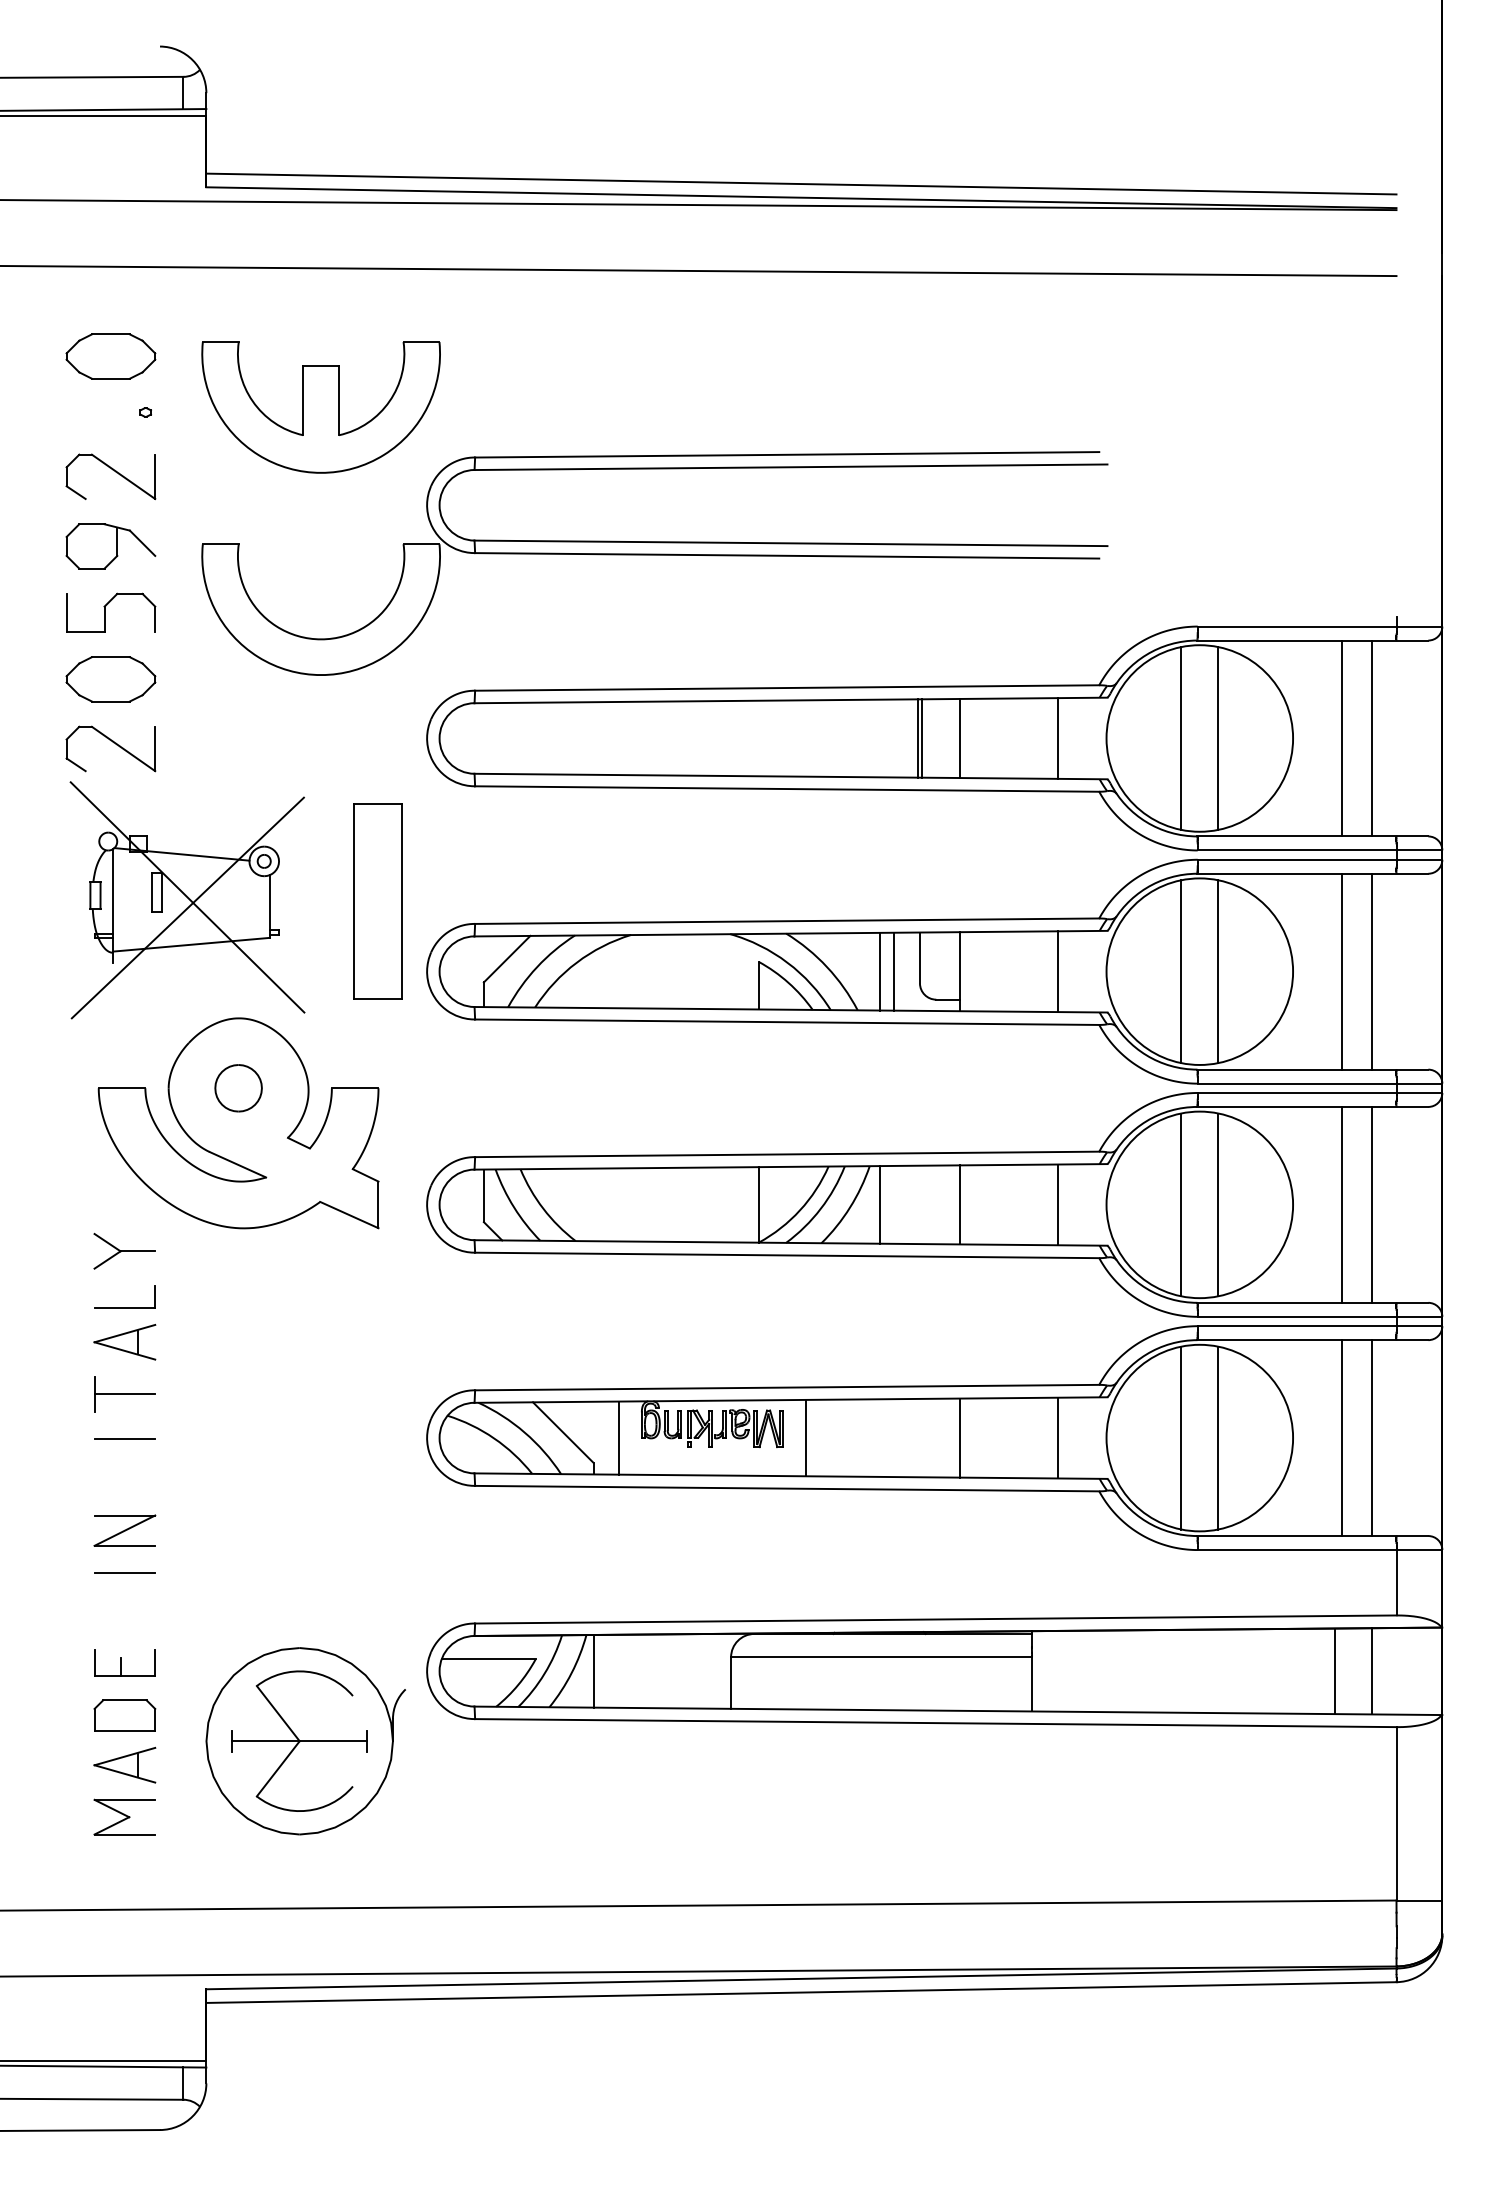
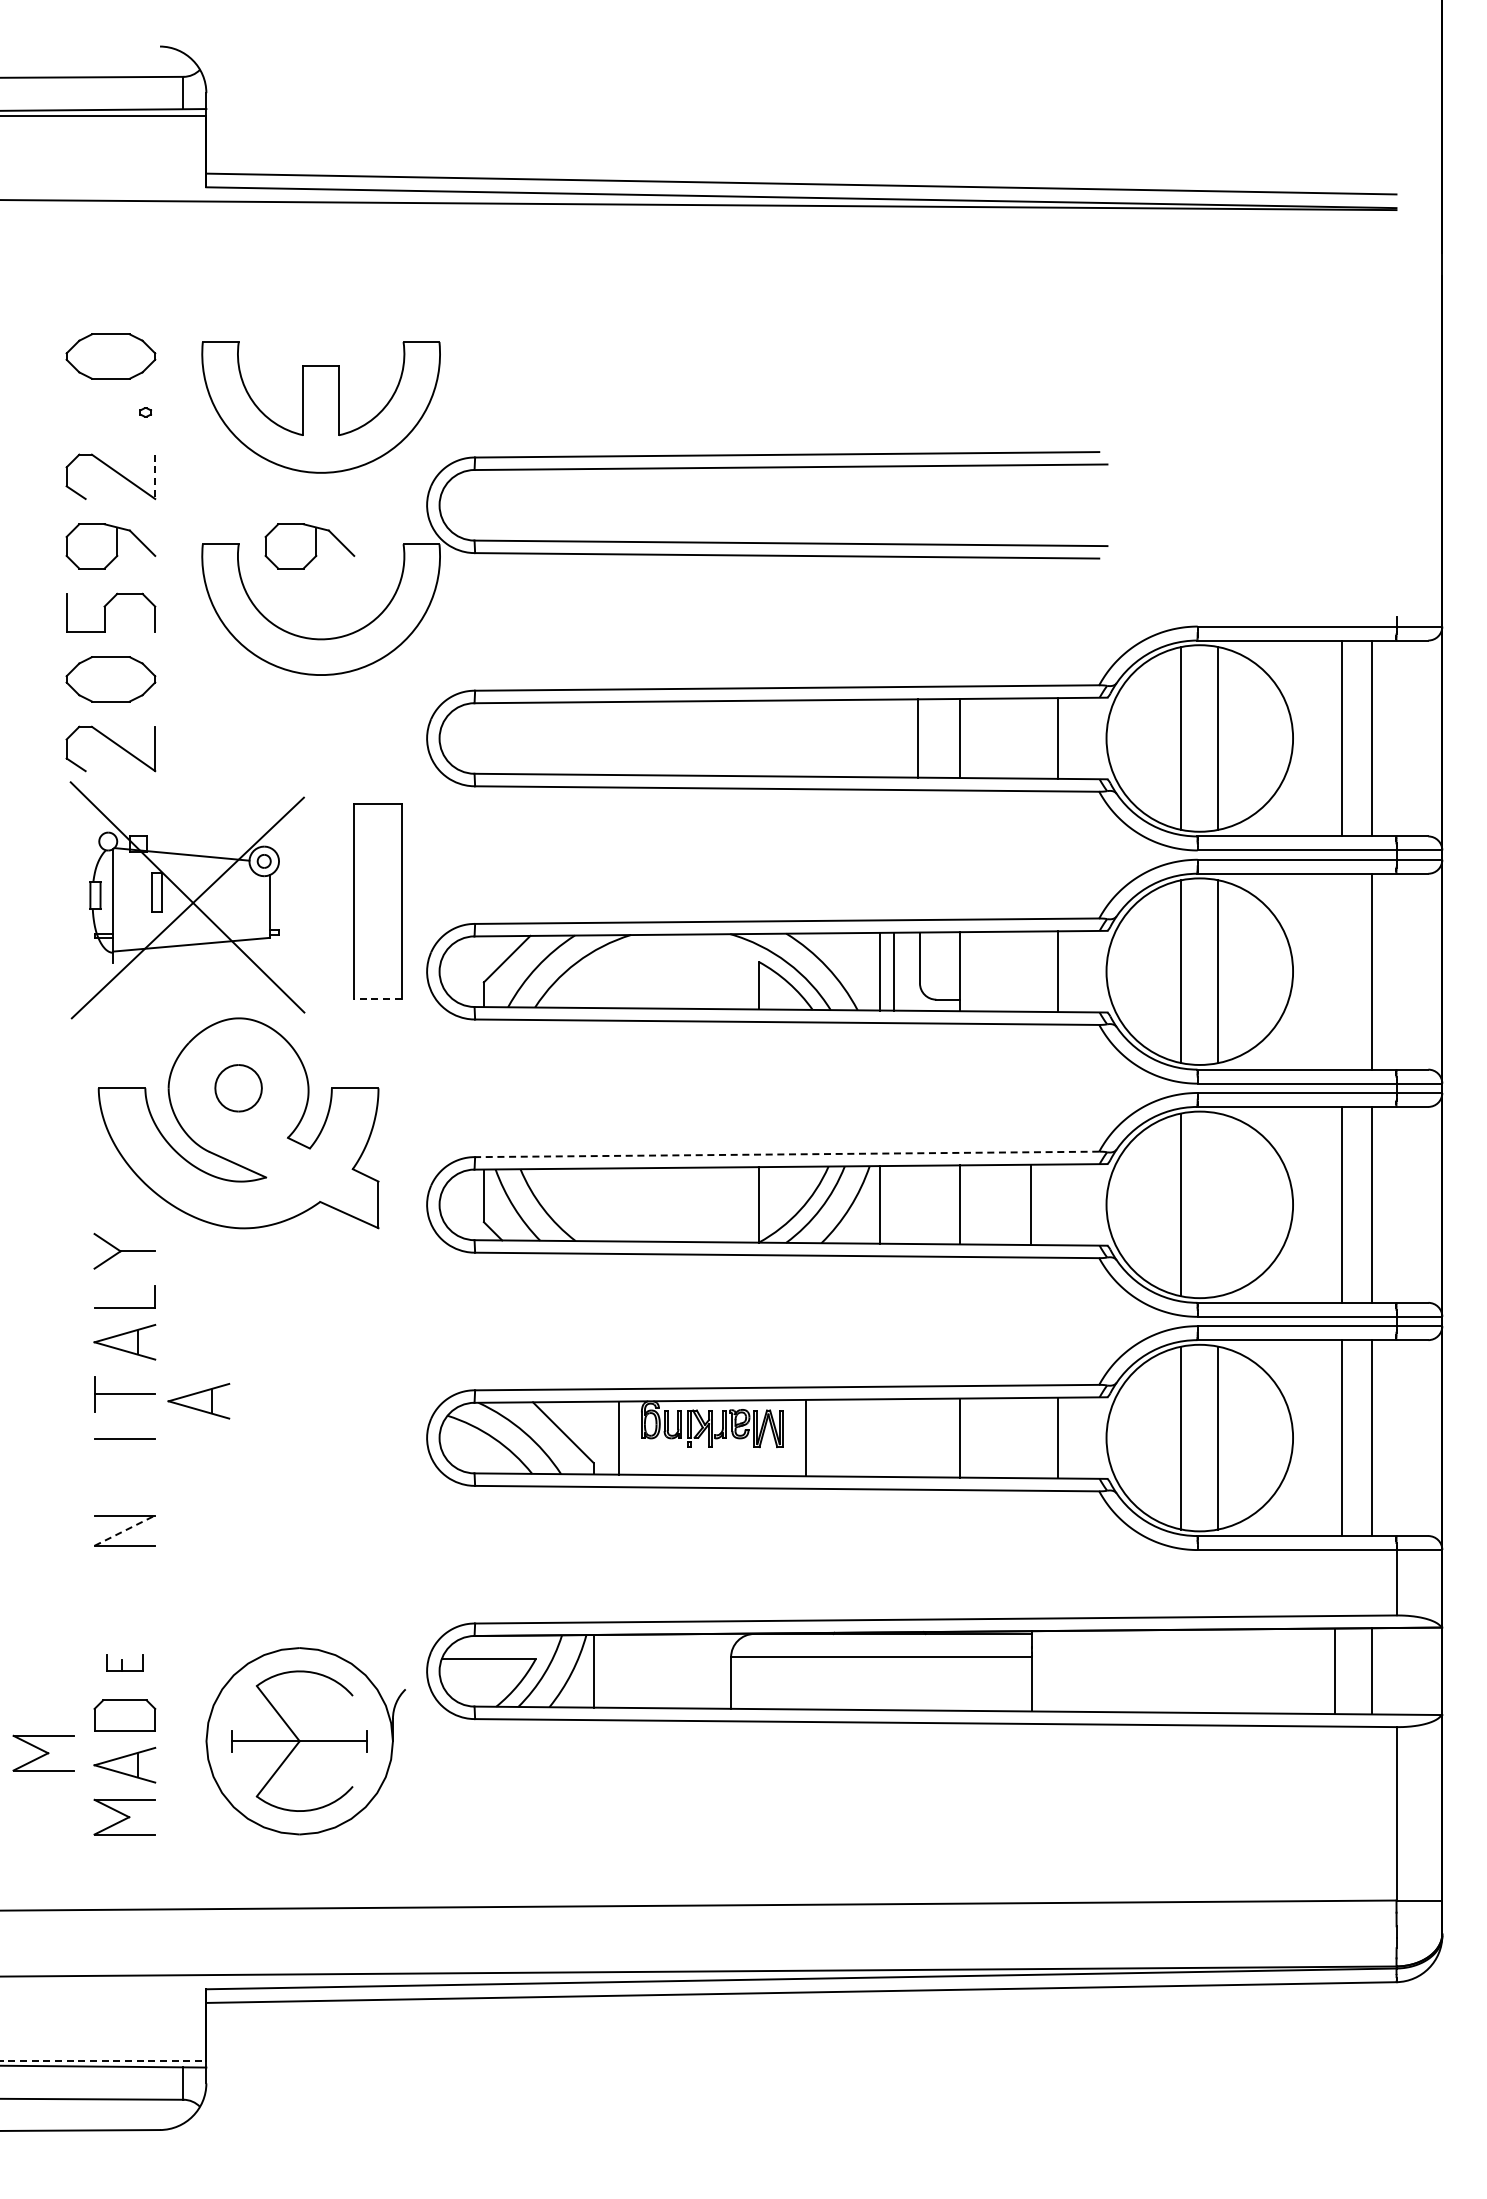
line at (699, 271): present -> none
line at (155, 477): solid -> dashed
part at (309, 546): none -> present
line at (922, 738): present -> none
line at (1342, 971): present -> none
line at (378, 999): solid -> dashed
line at (786, 1154): solid -> dashed
line at (1057, 1204) position: (1057, 1204) -> (1030, 1204)
line at (1218, 1204): present -> none
part at (198, 1401): none -> present
line at (124, 1530): solid -> dashed
line at (124, 1572): present -> none
part at (124, 1662) size: 62x28 px -> 38x18 px
part at (43, 1752): none -> present
line at (103, 2060): solid -> dashed
